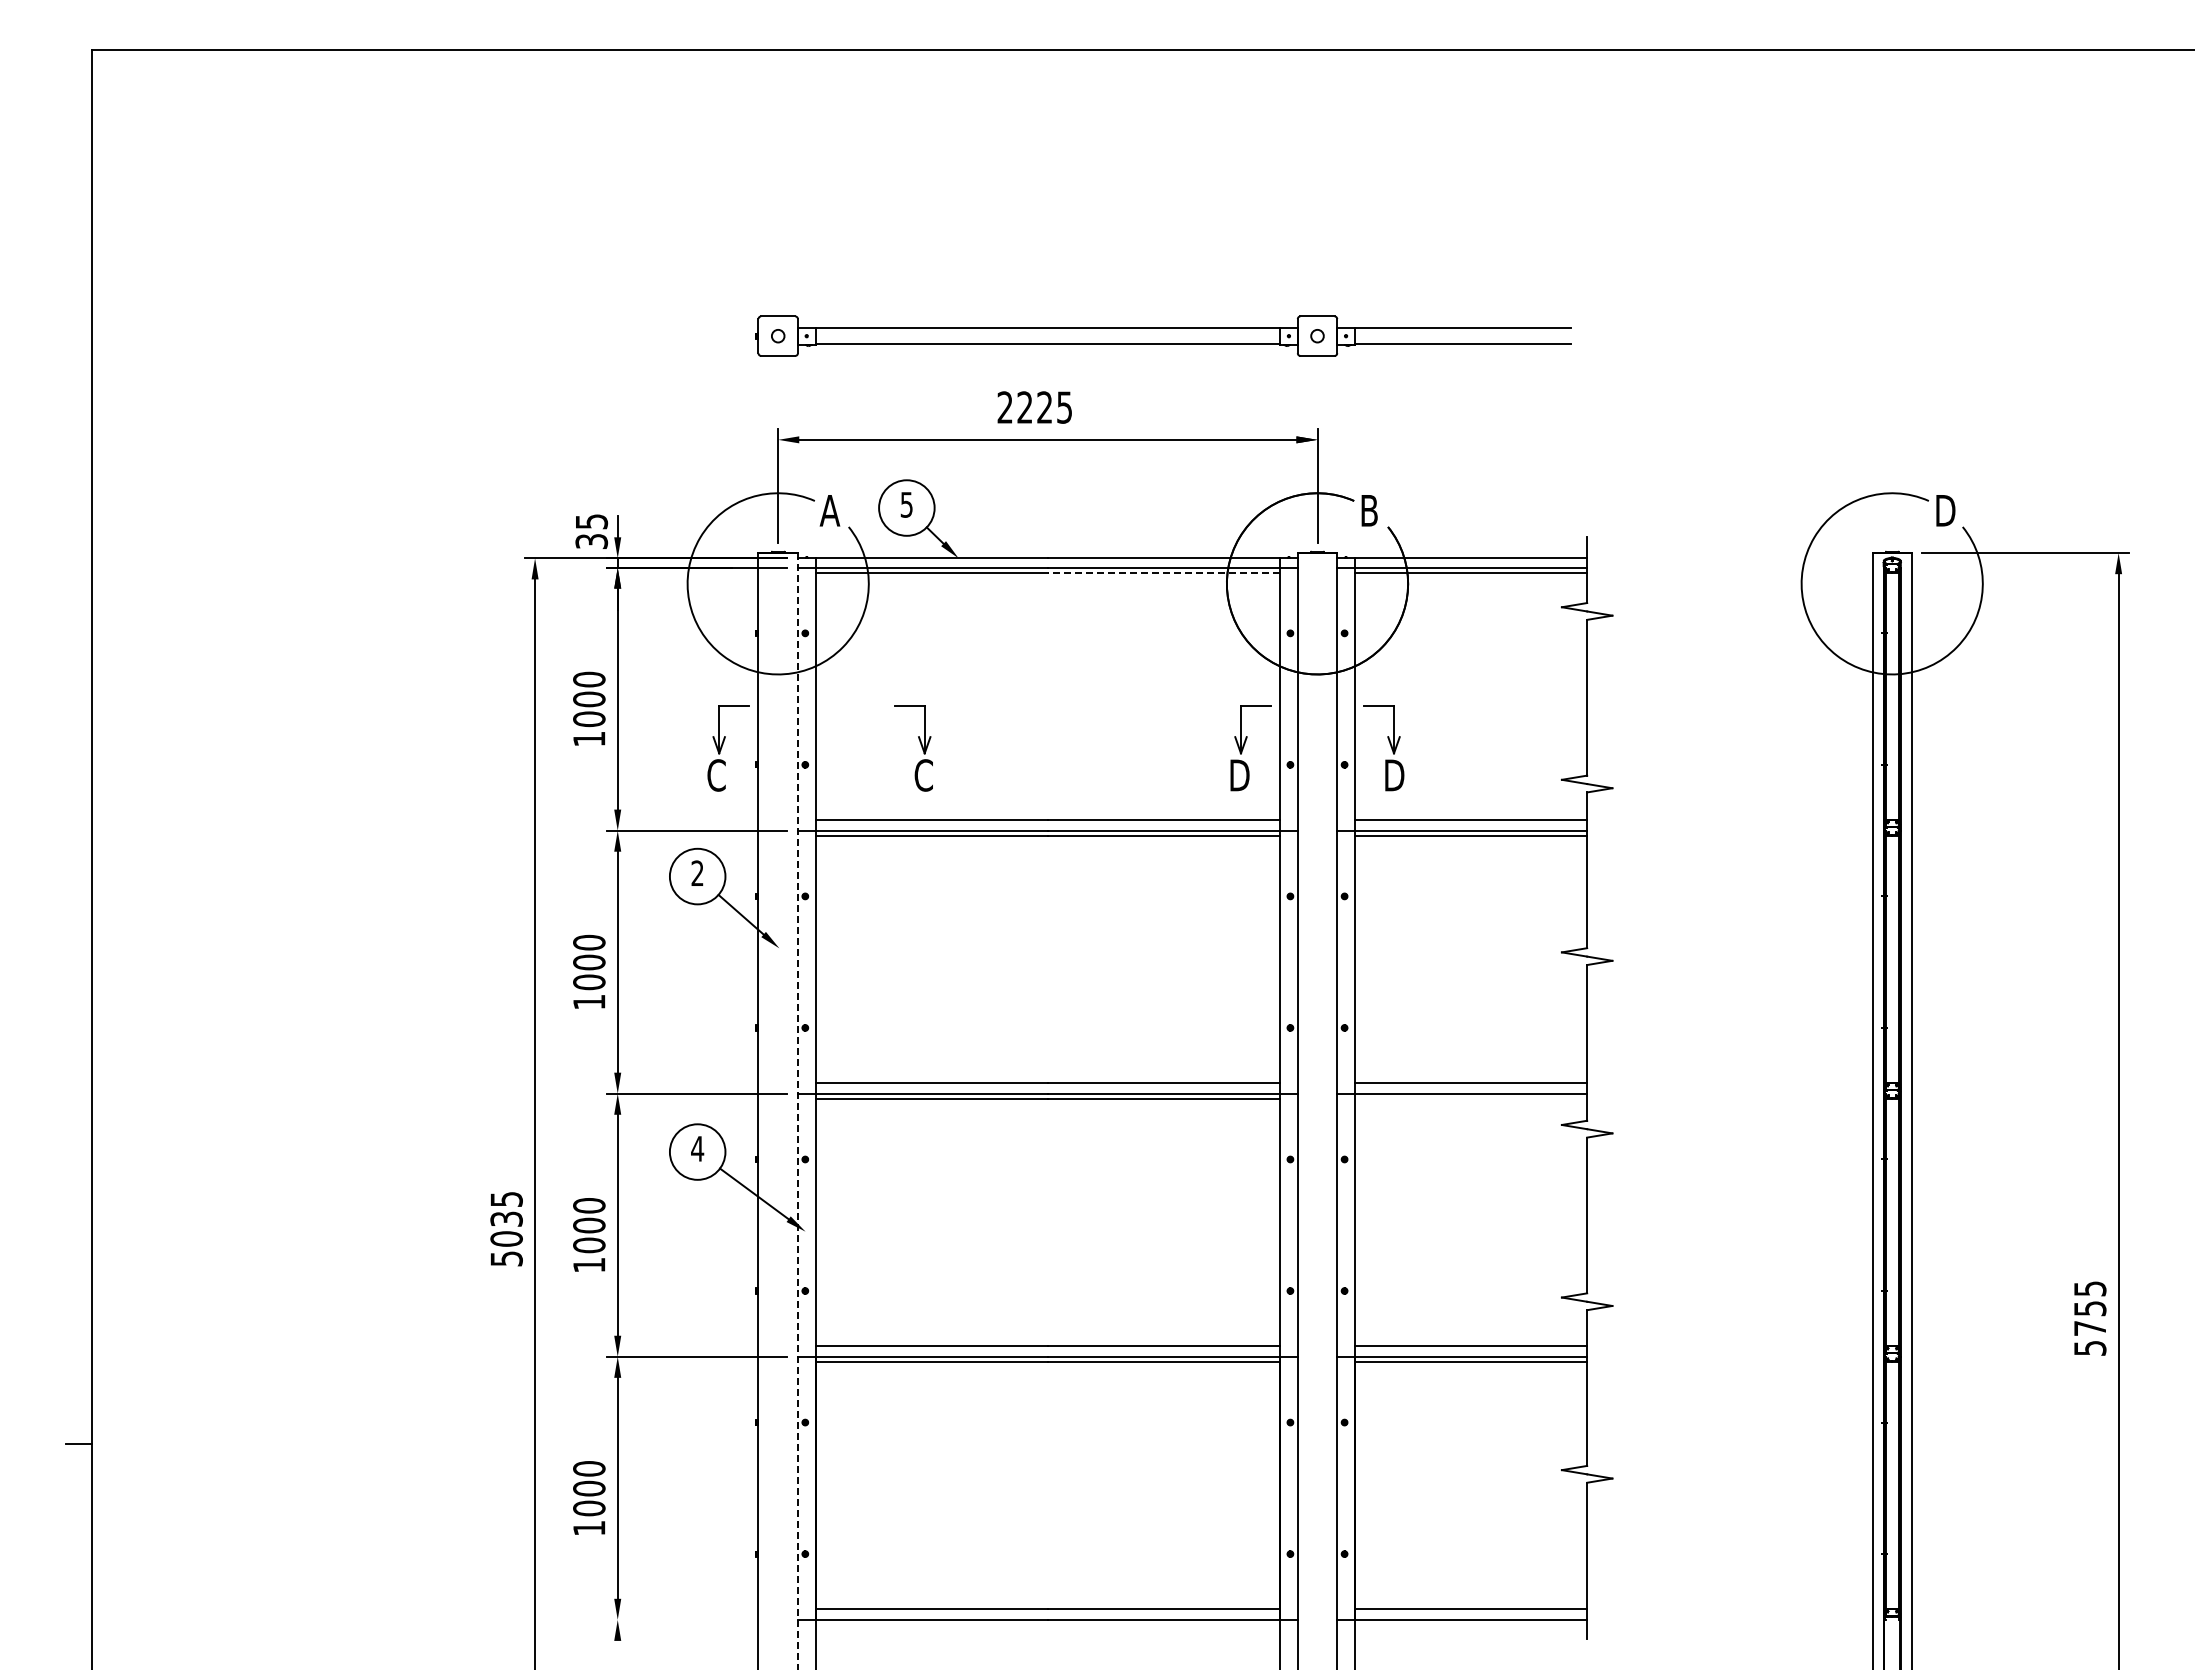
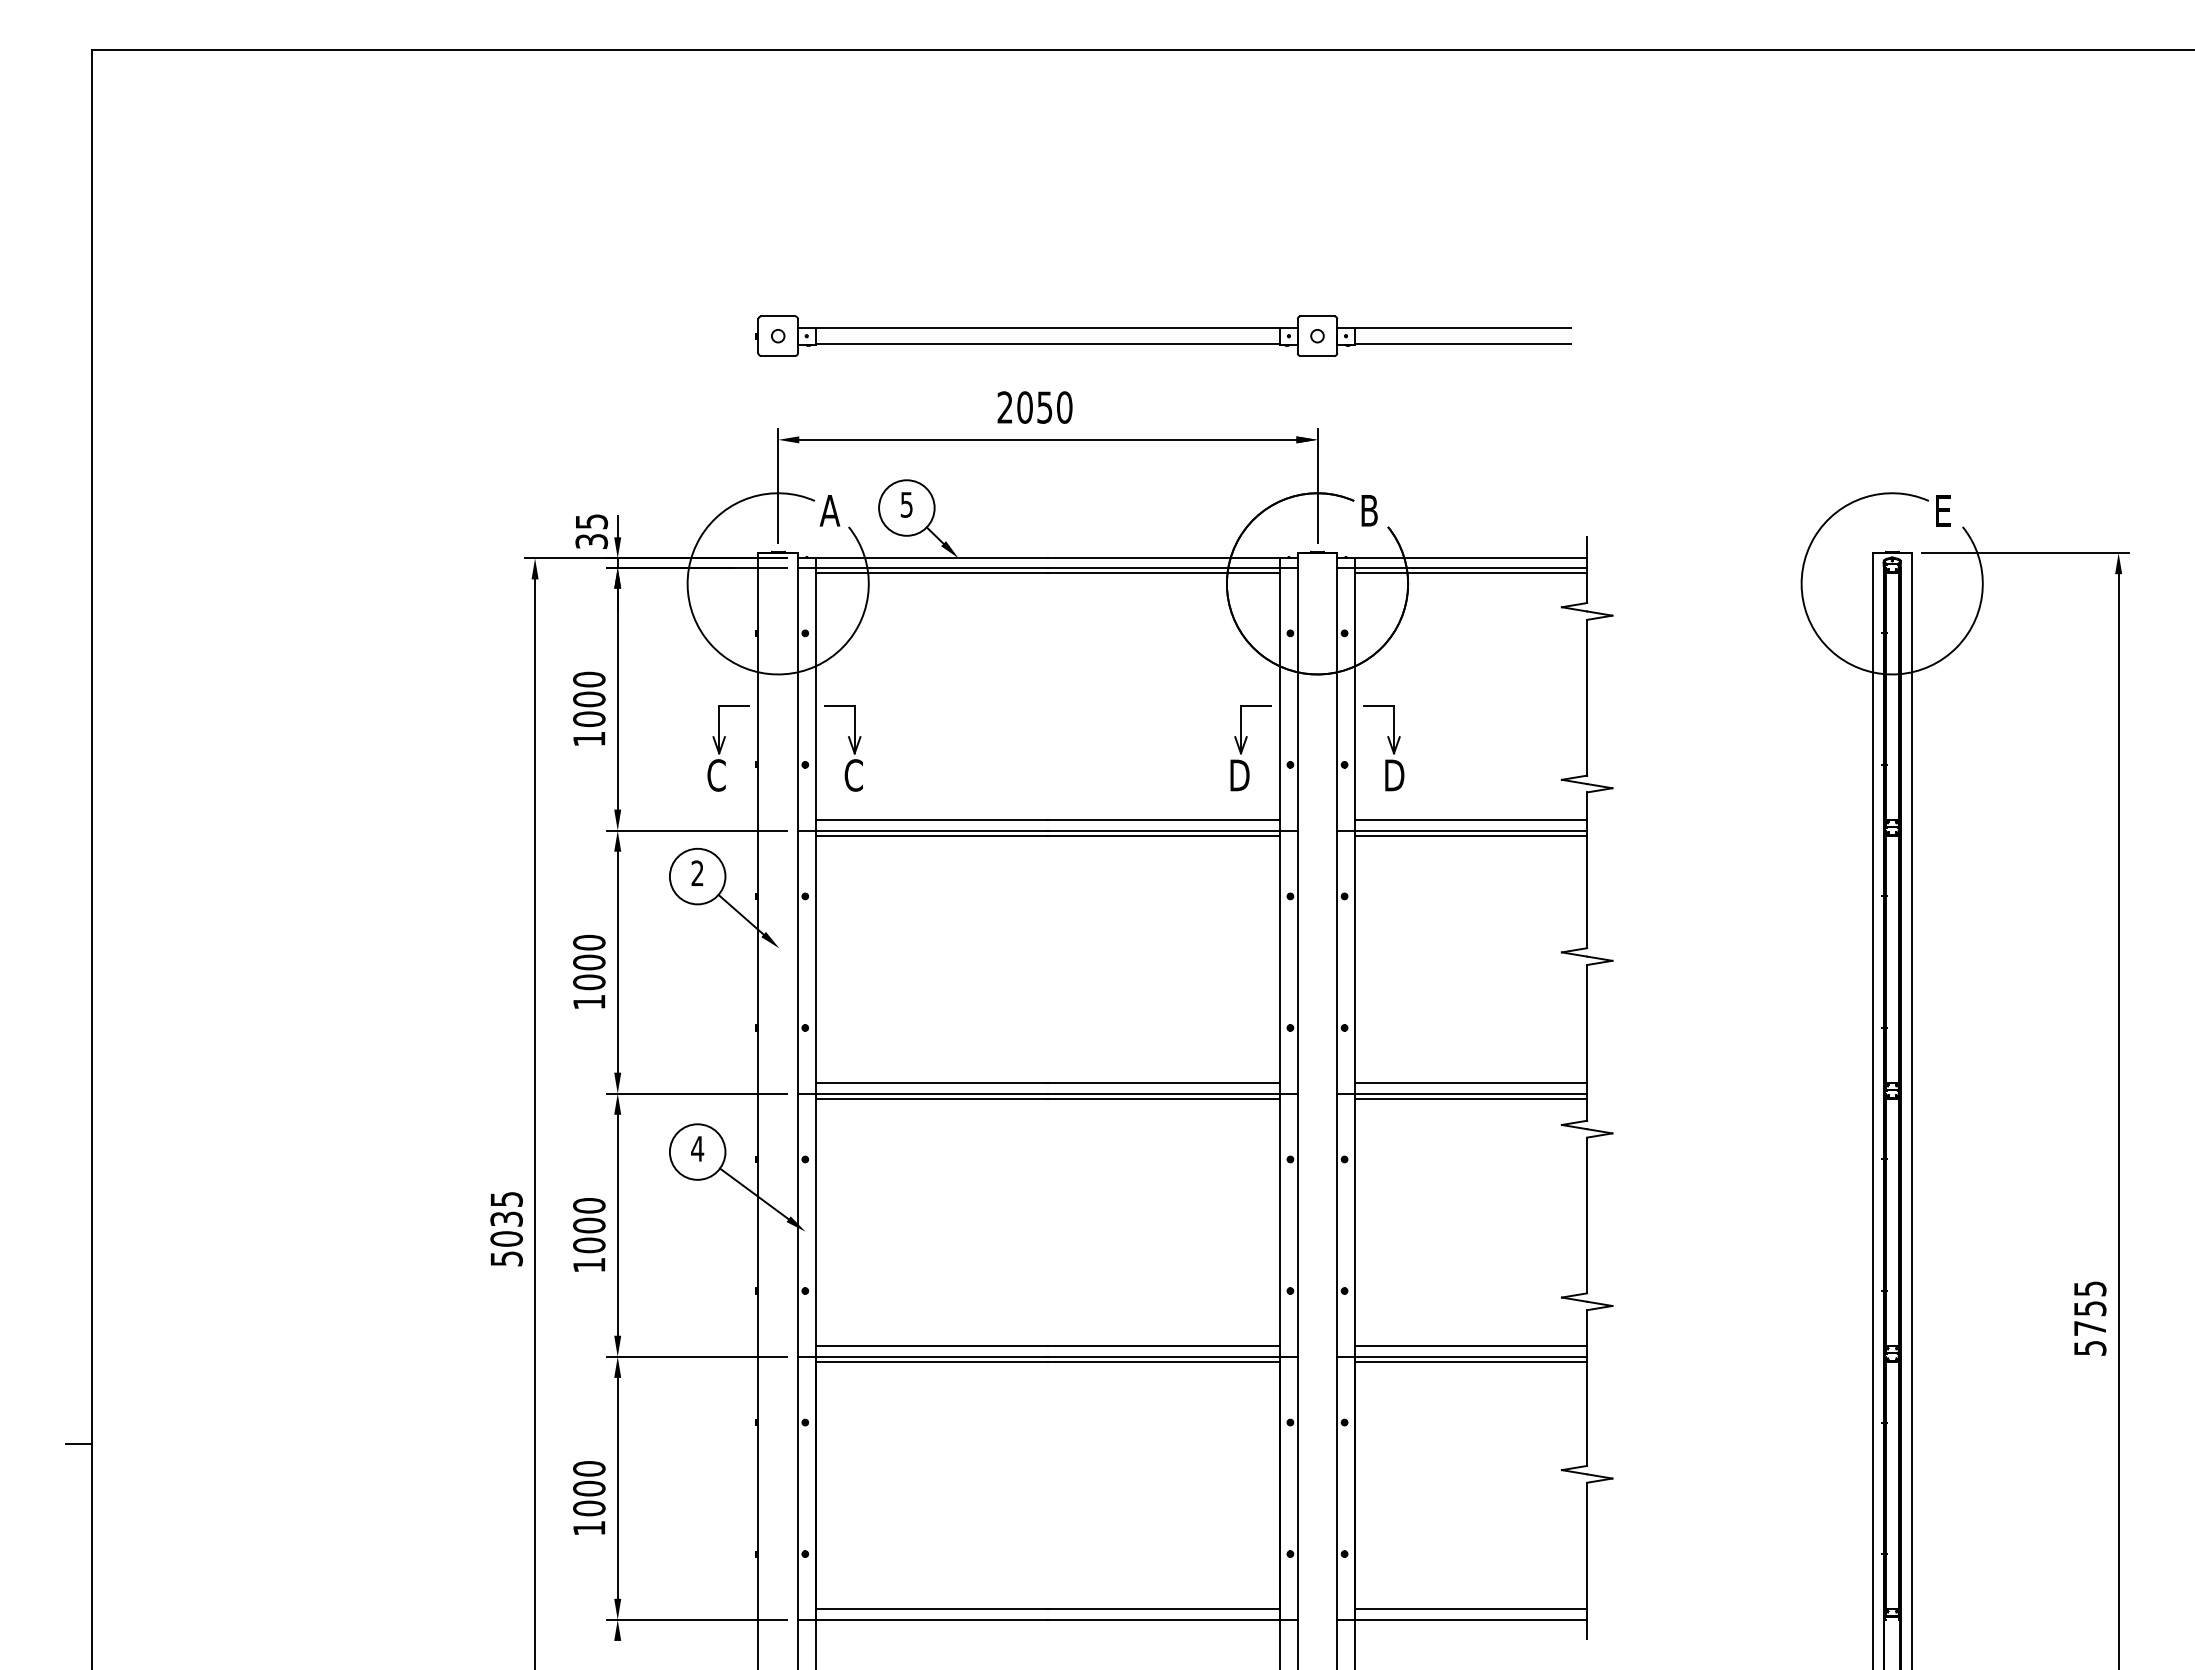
text at (1044, 407): 2225 -> 2050
text at (1945, 510): D -> E
line at (1163, 572): dashed -> solid
part at (920, 744) position: (920, 744) -> (850, 744)
line at (1470, 1098): none -> present
line at (797, 1111): dashed -> solid
line at (697, 1619): none -> present
